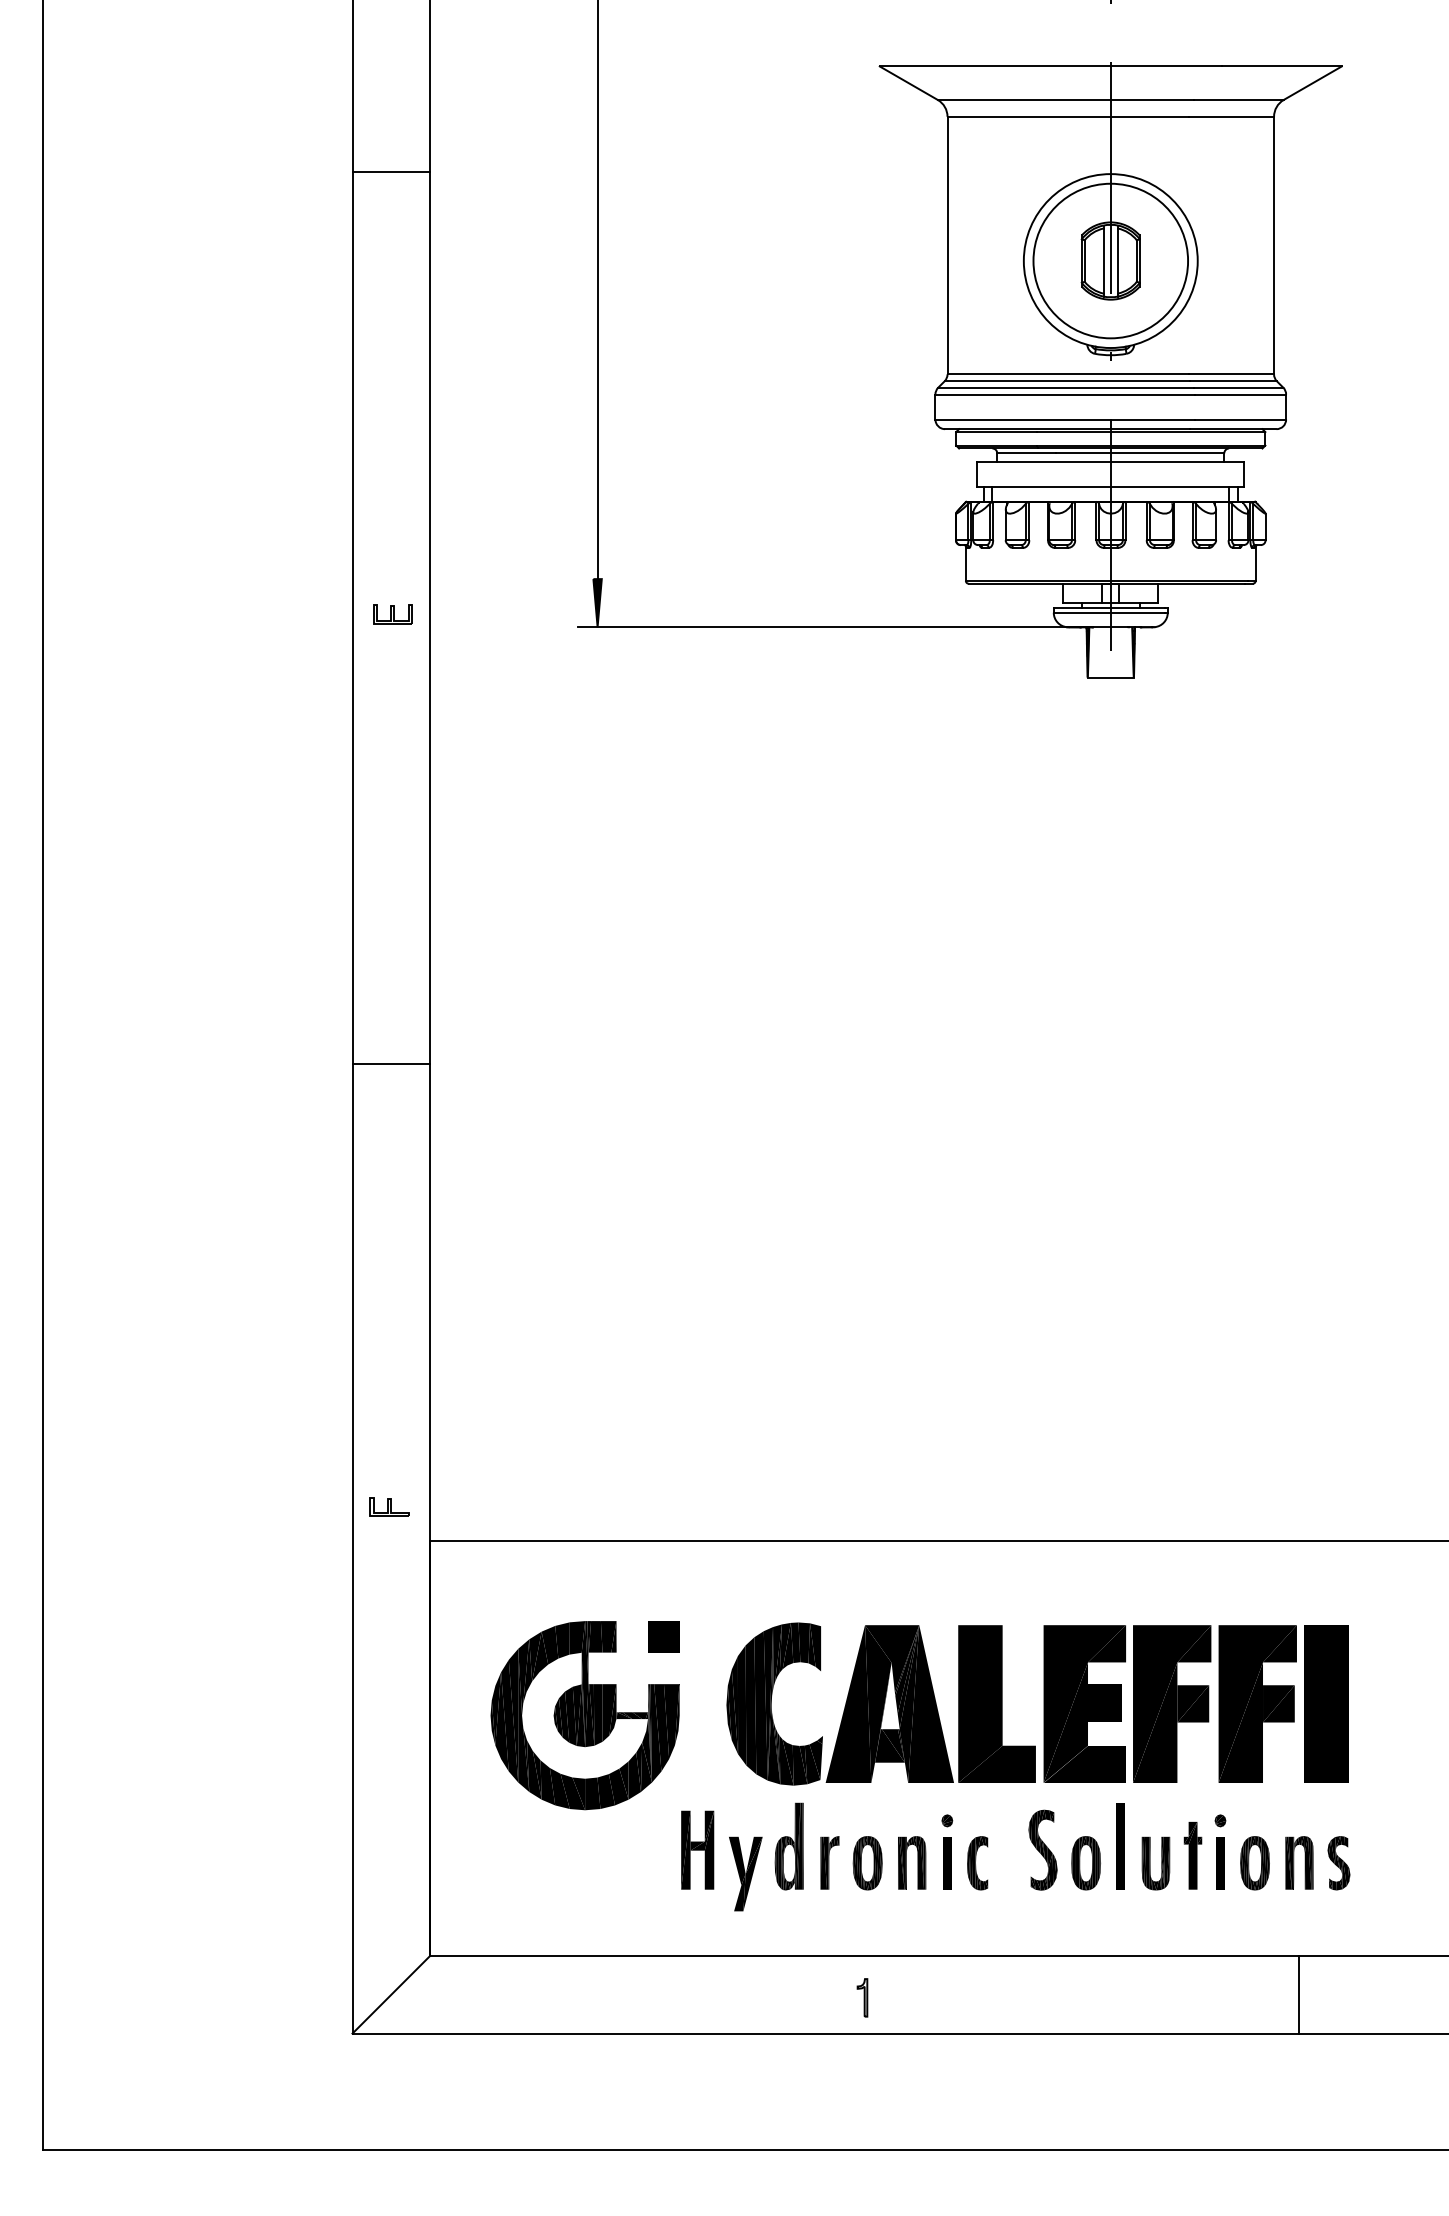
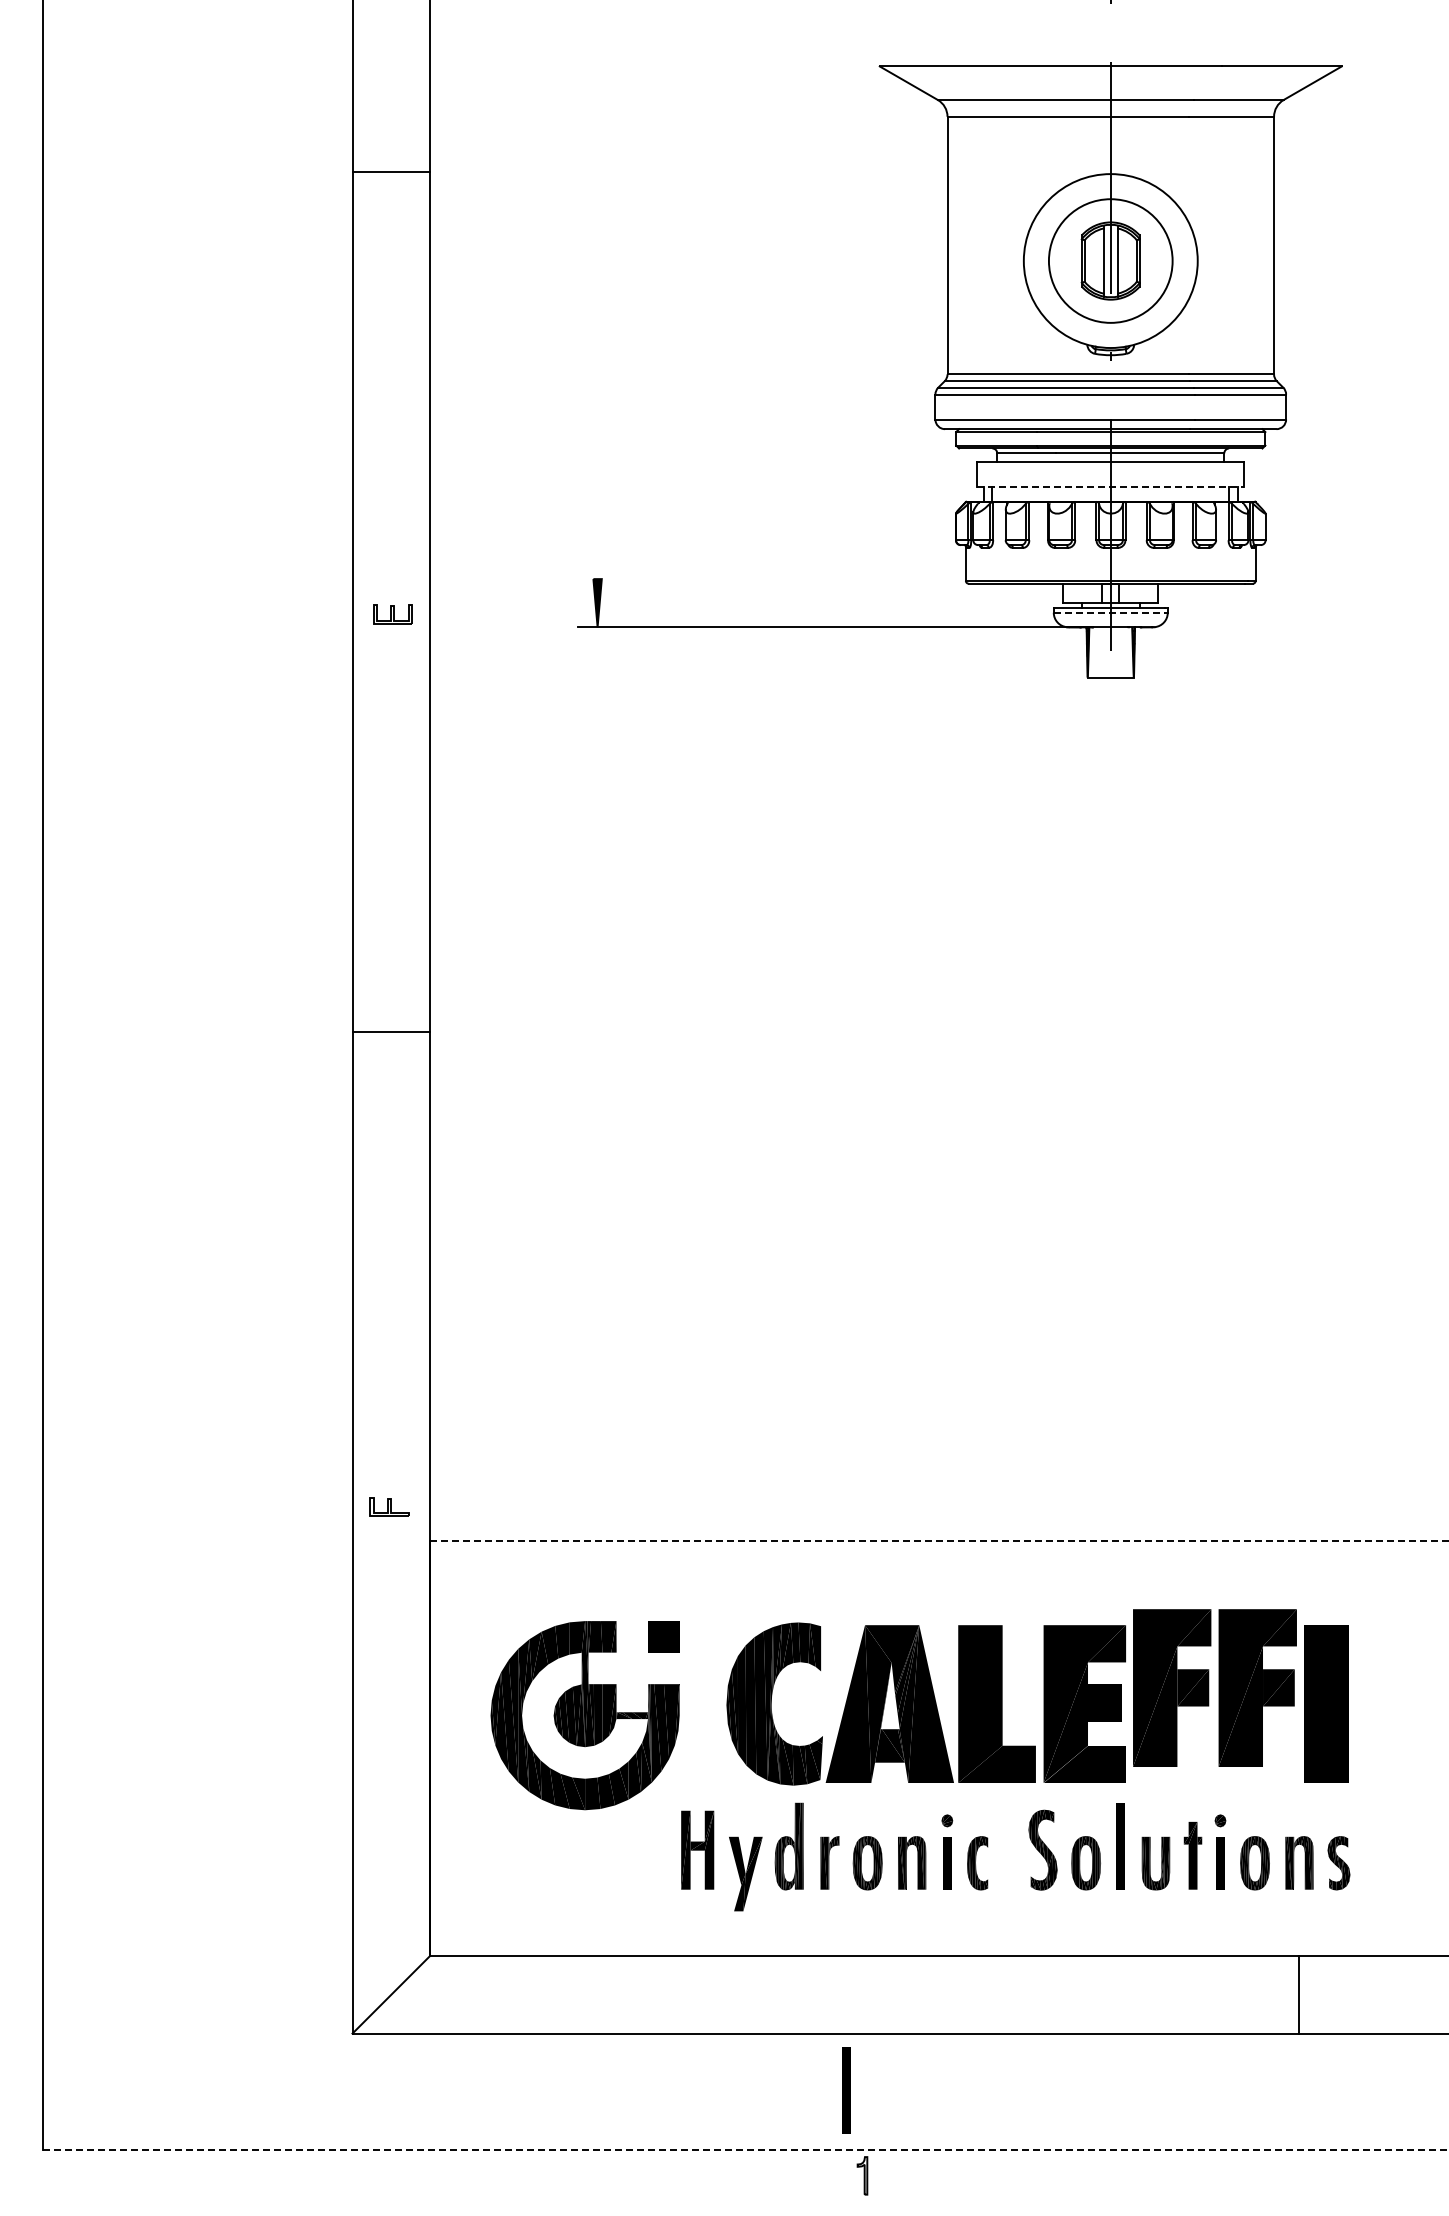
circle at (1110, 260) diameter: 155 px -> 124 px
line at (597, 290): present -> none
line at (1111, 487): solid -> dashed
line at (1109, 612): solid -> dashed
line at (390, 1064) position: (390, 1064) -> (390, 1032)
line at (939, 1540): solid -> dashed
part at (1214, 1703) position: (1214, 1703) -> (1214, 1687)
part at (862, 1997) position: (862, 1997) -> (862, 2175)
part at (846, 2090): none -> present
line at (746, 2149): solid -> dashed
